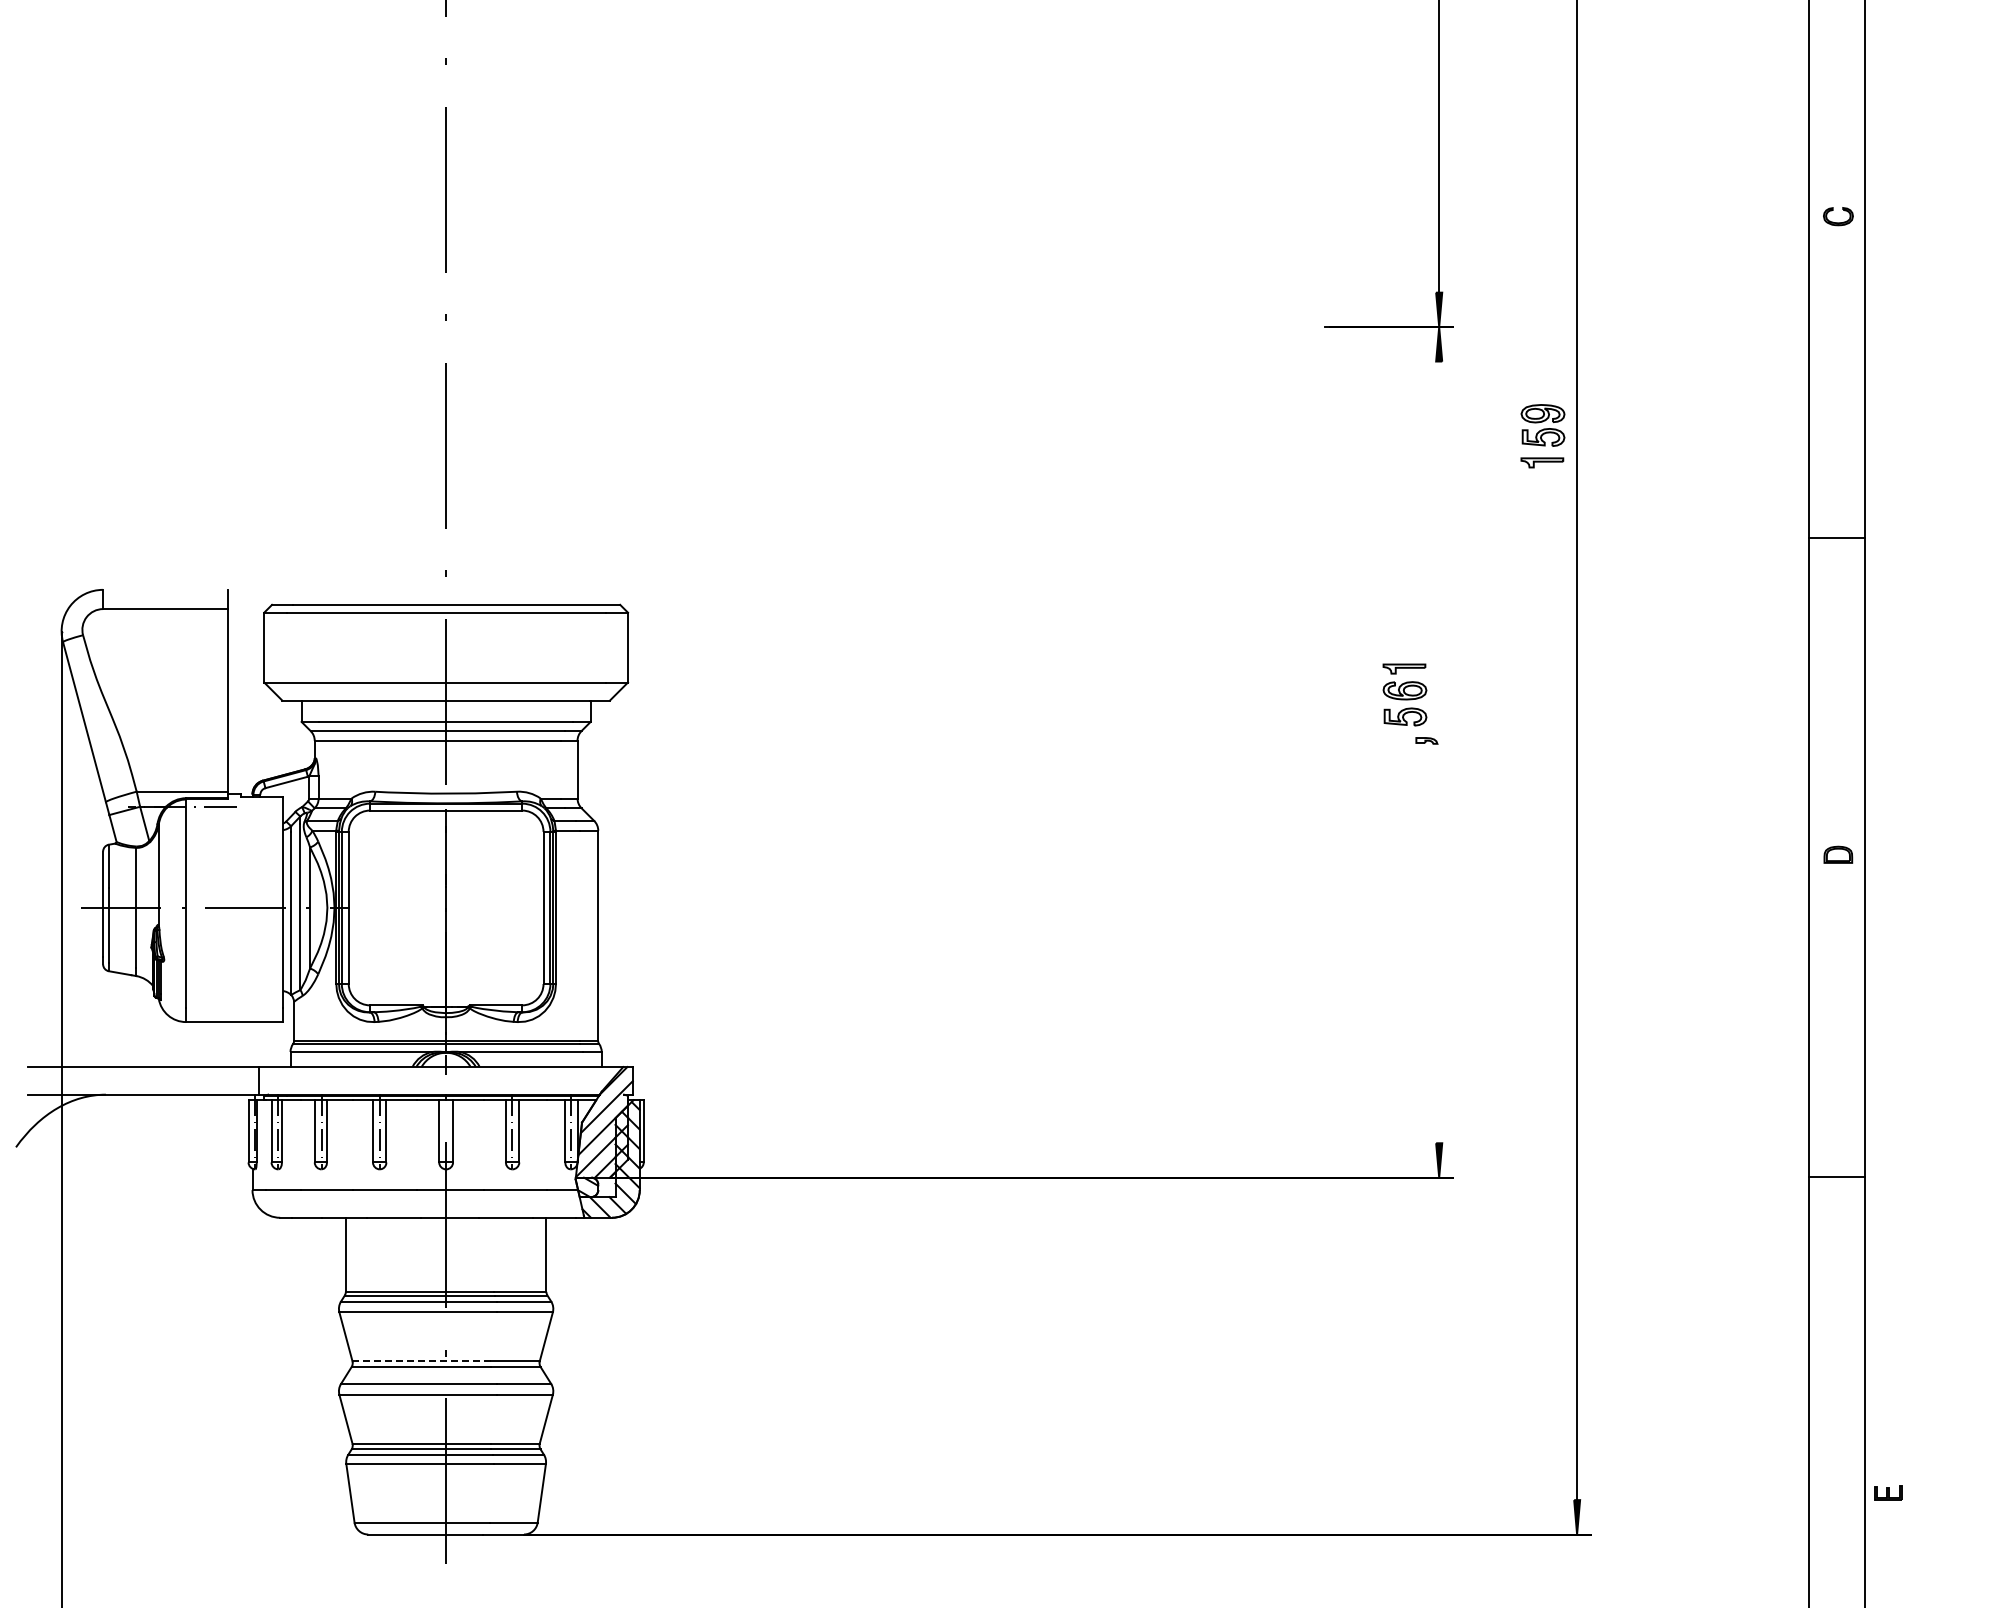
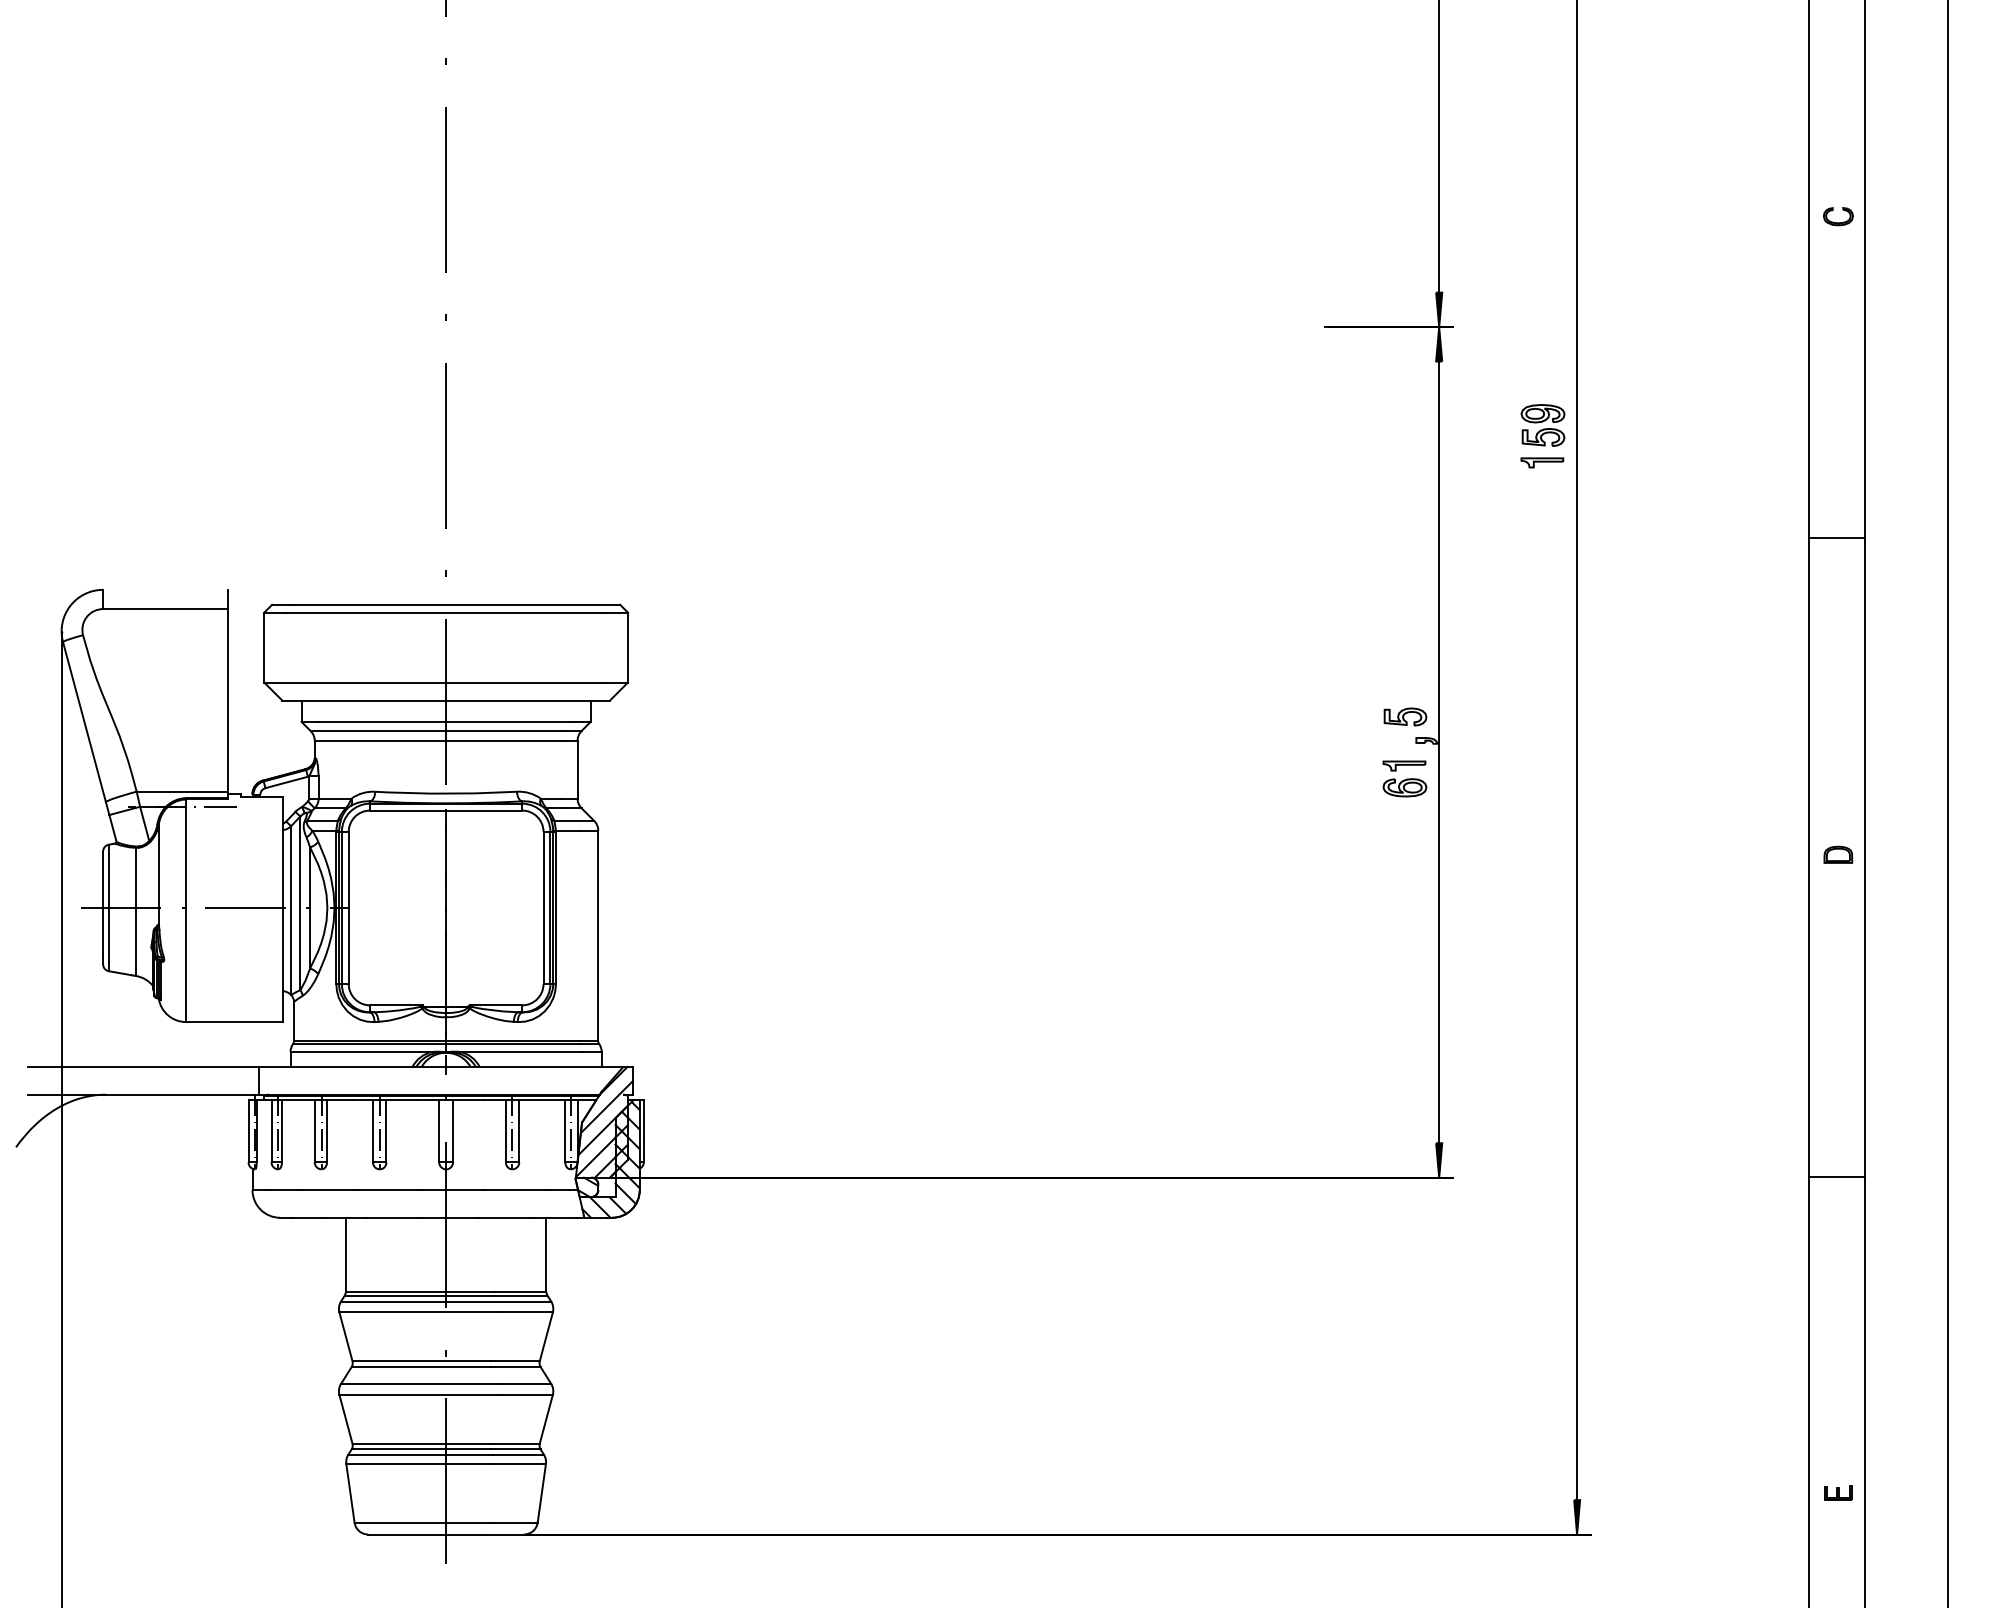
part at (1404, 681) position: (1404, 681) -> (1404, 778)
line at (1439, 752): none -> present
line at (1947, 803): none -> present
line at (421, 1361): dashed -> solid
part at (1888, 1492) position: (1888, 1492) -> (1838, 1492)
